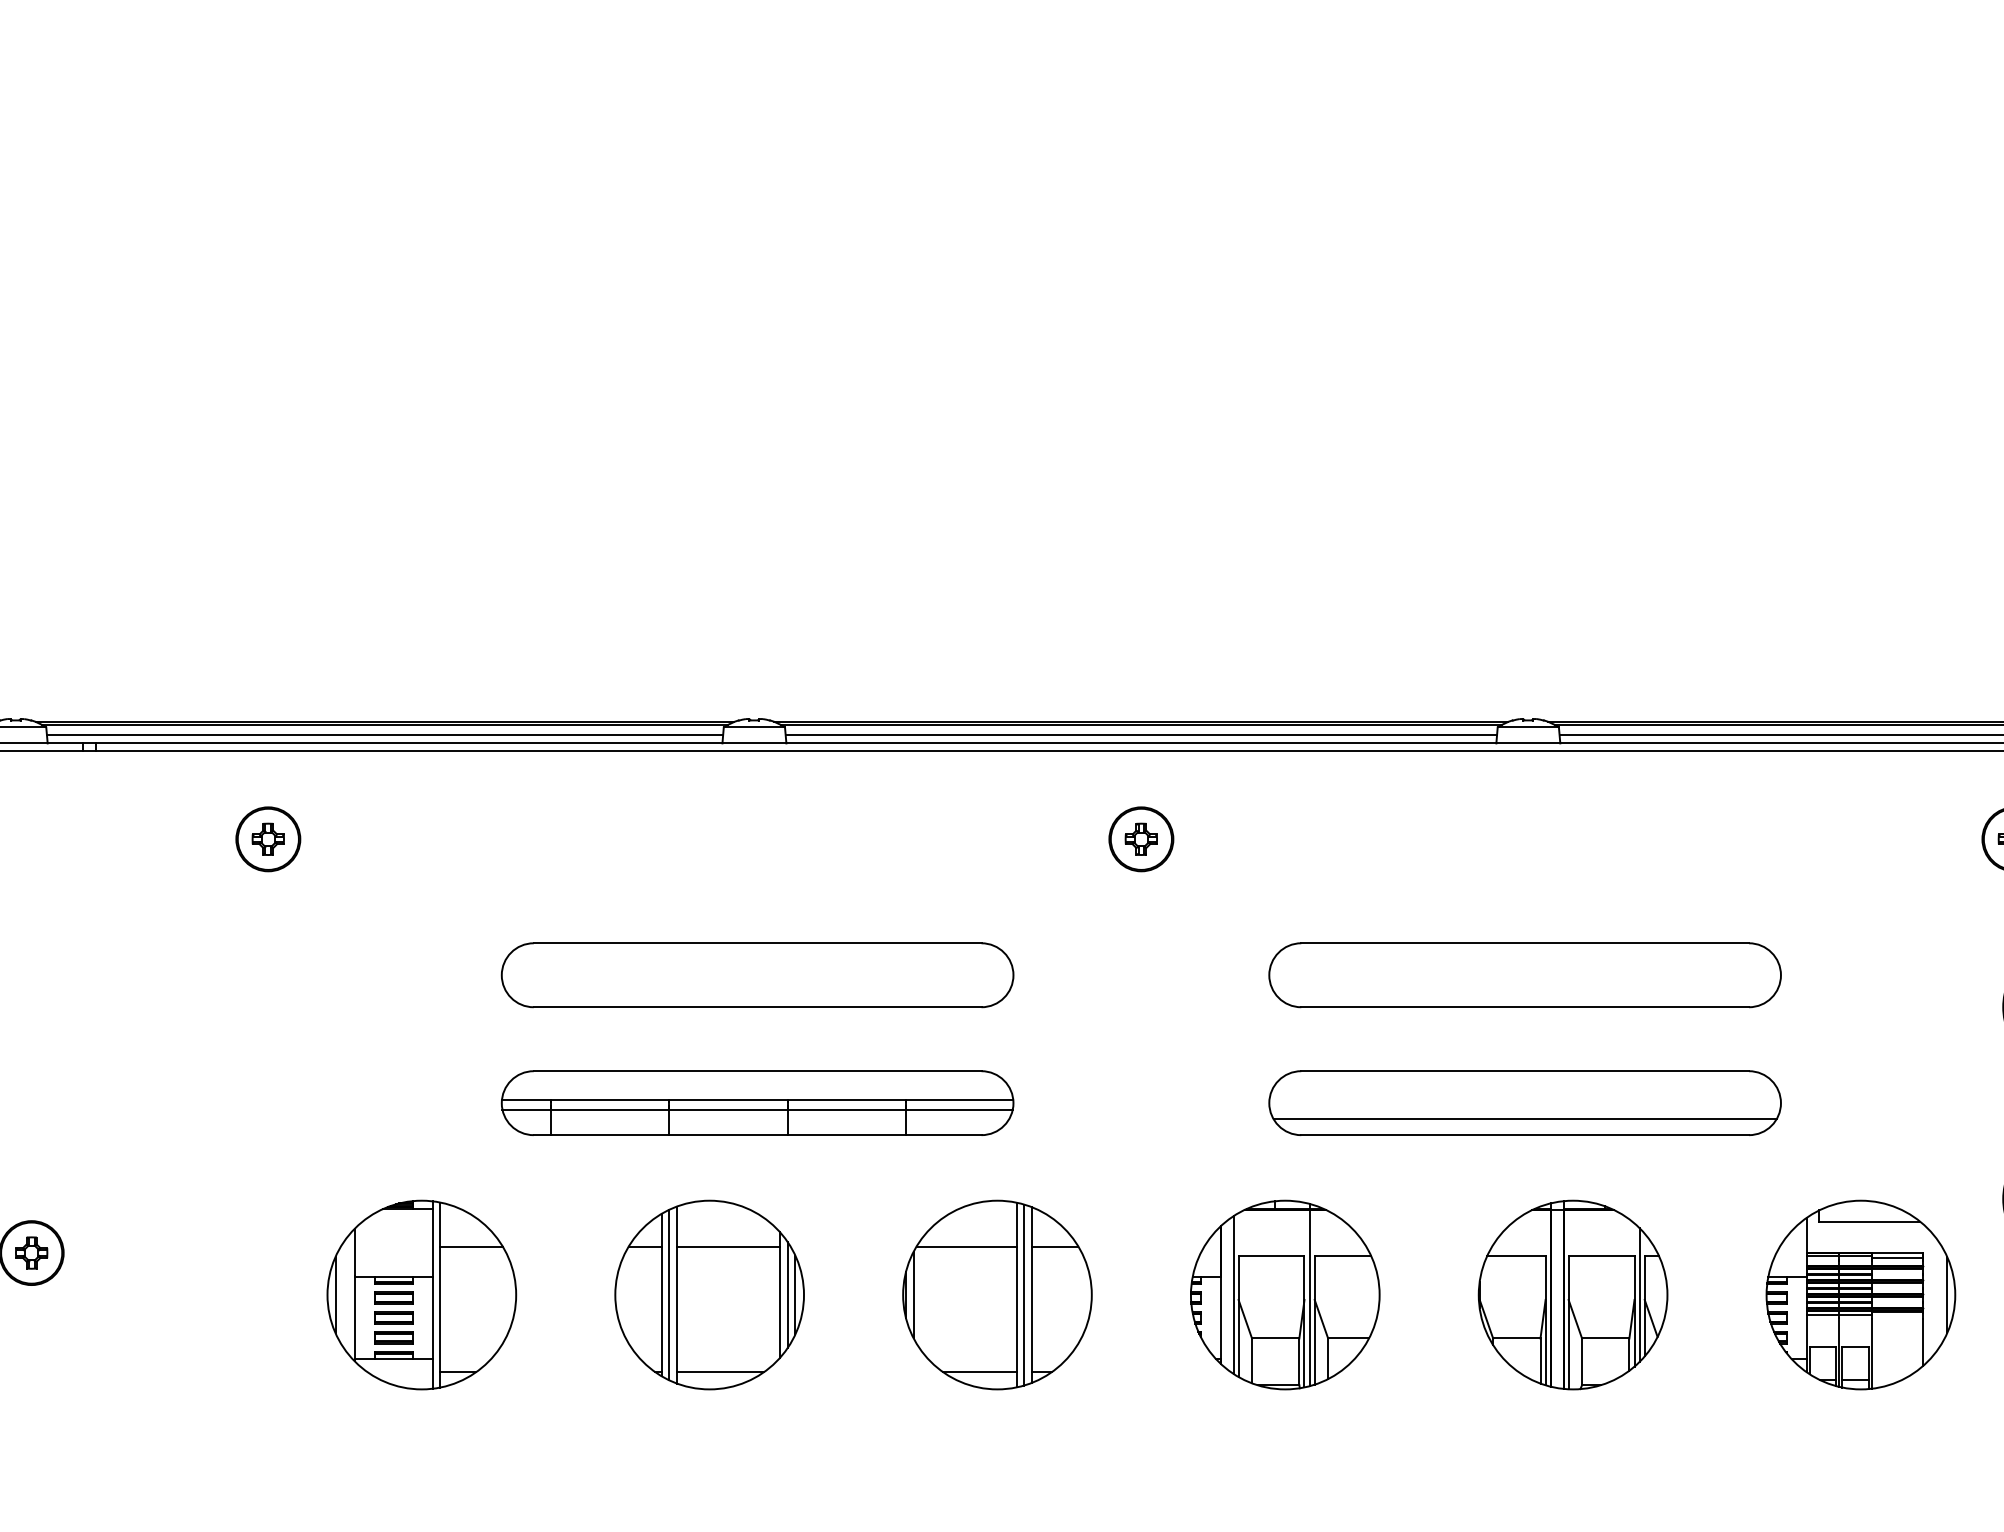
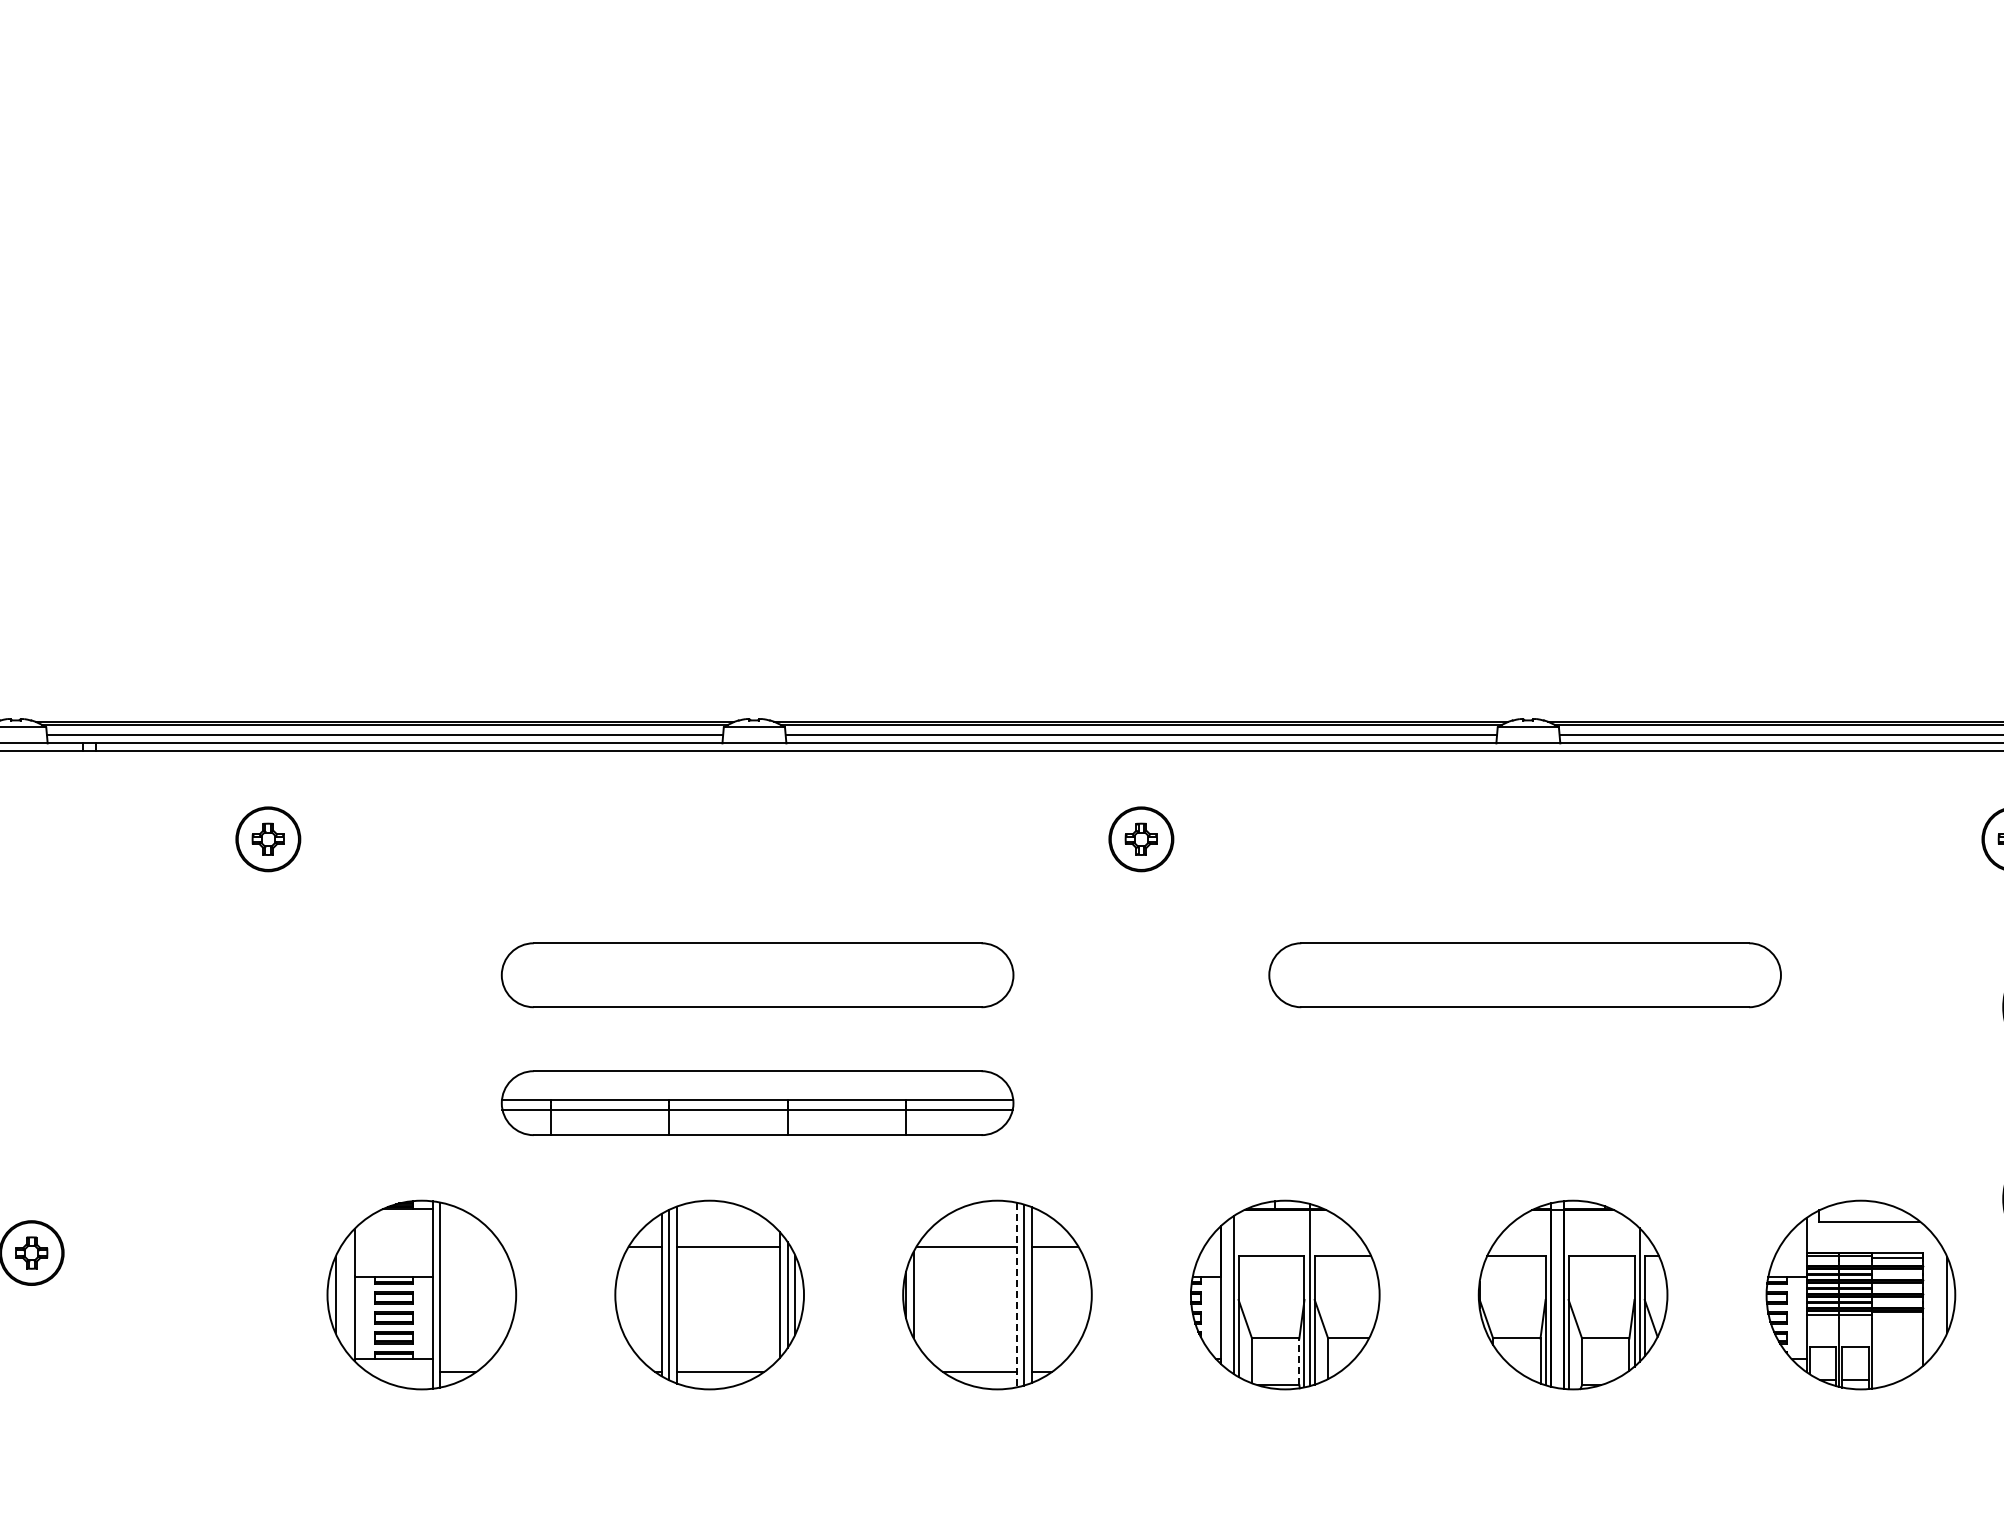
part at (1524, 1102): present -> none
line at (471, 1246): present -> none
line at (1016, 1295): solid -> dashed
line at (1299, 1361): solid -> dashed
